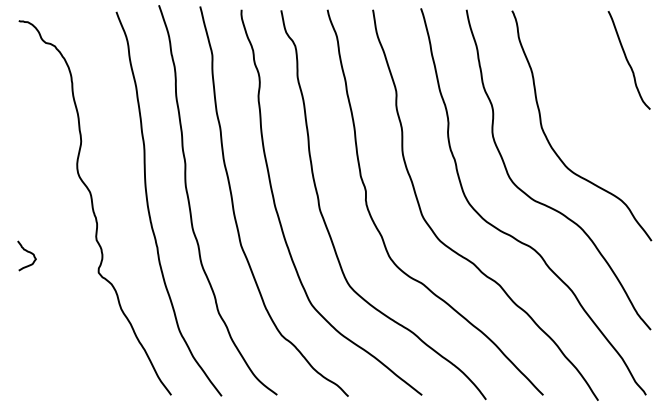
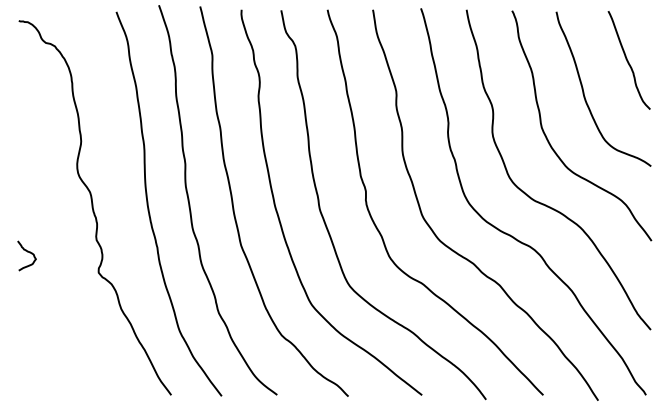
curve at (584, 91): none -> present
